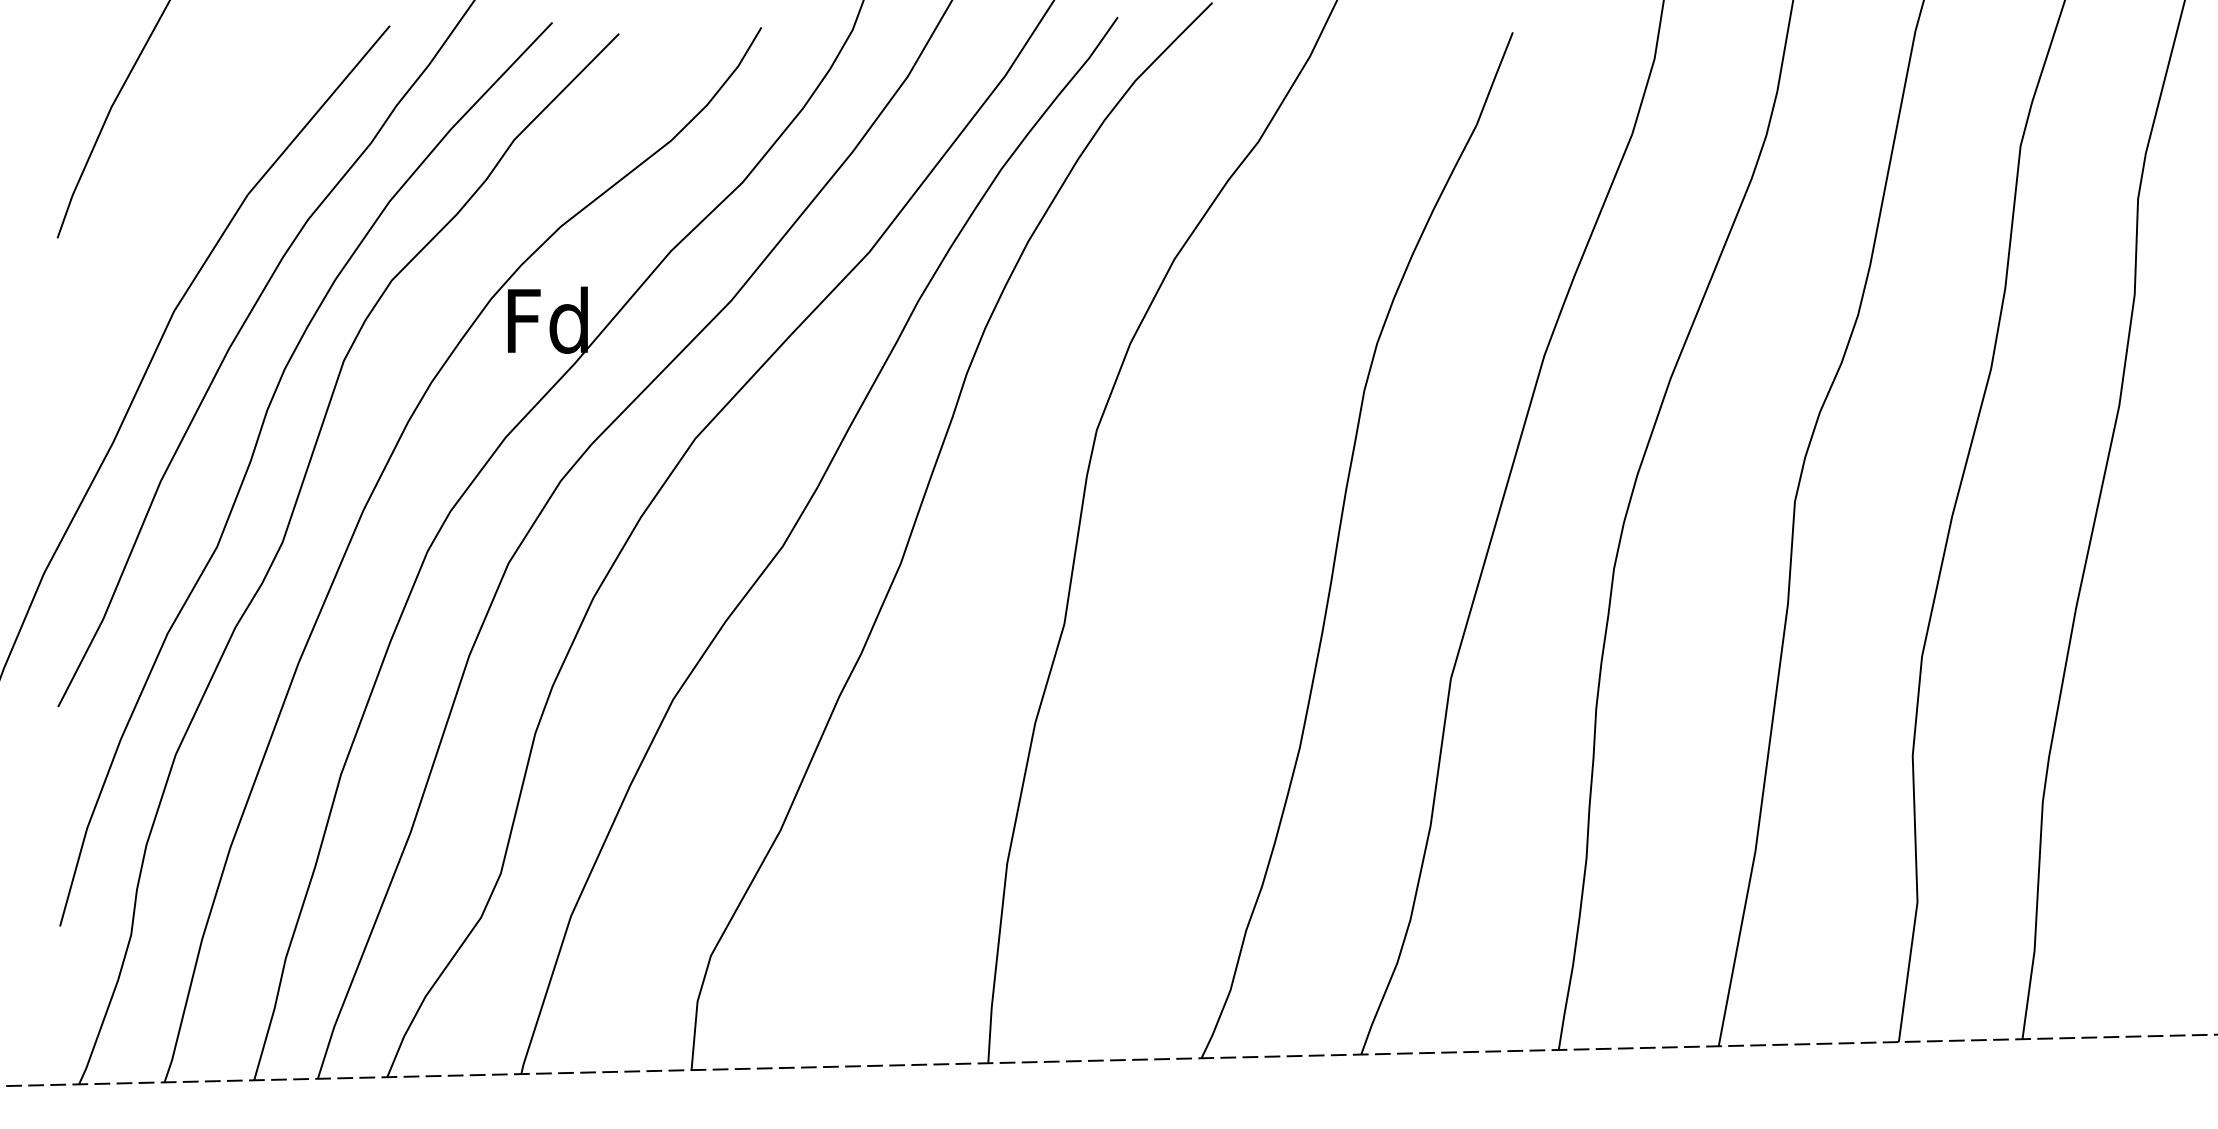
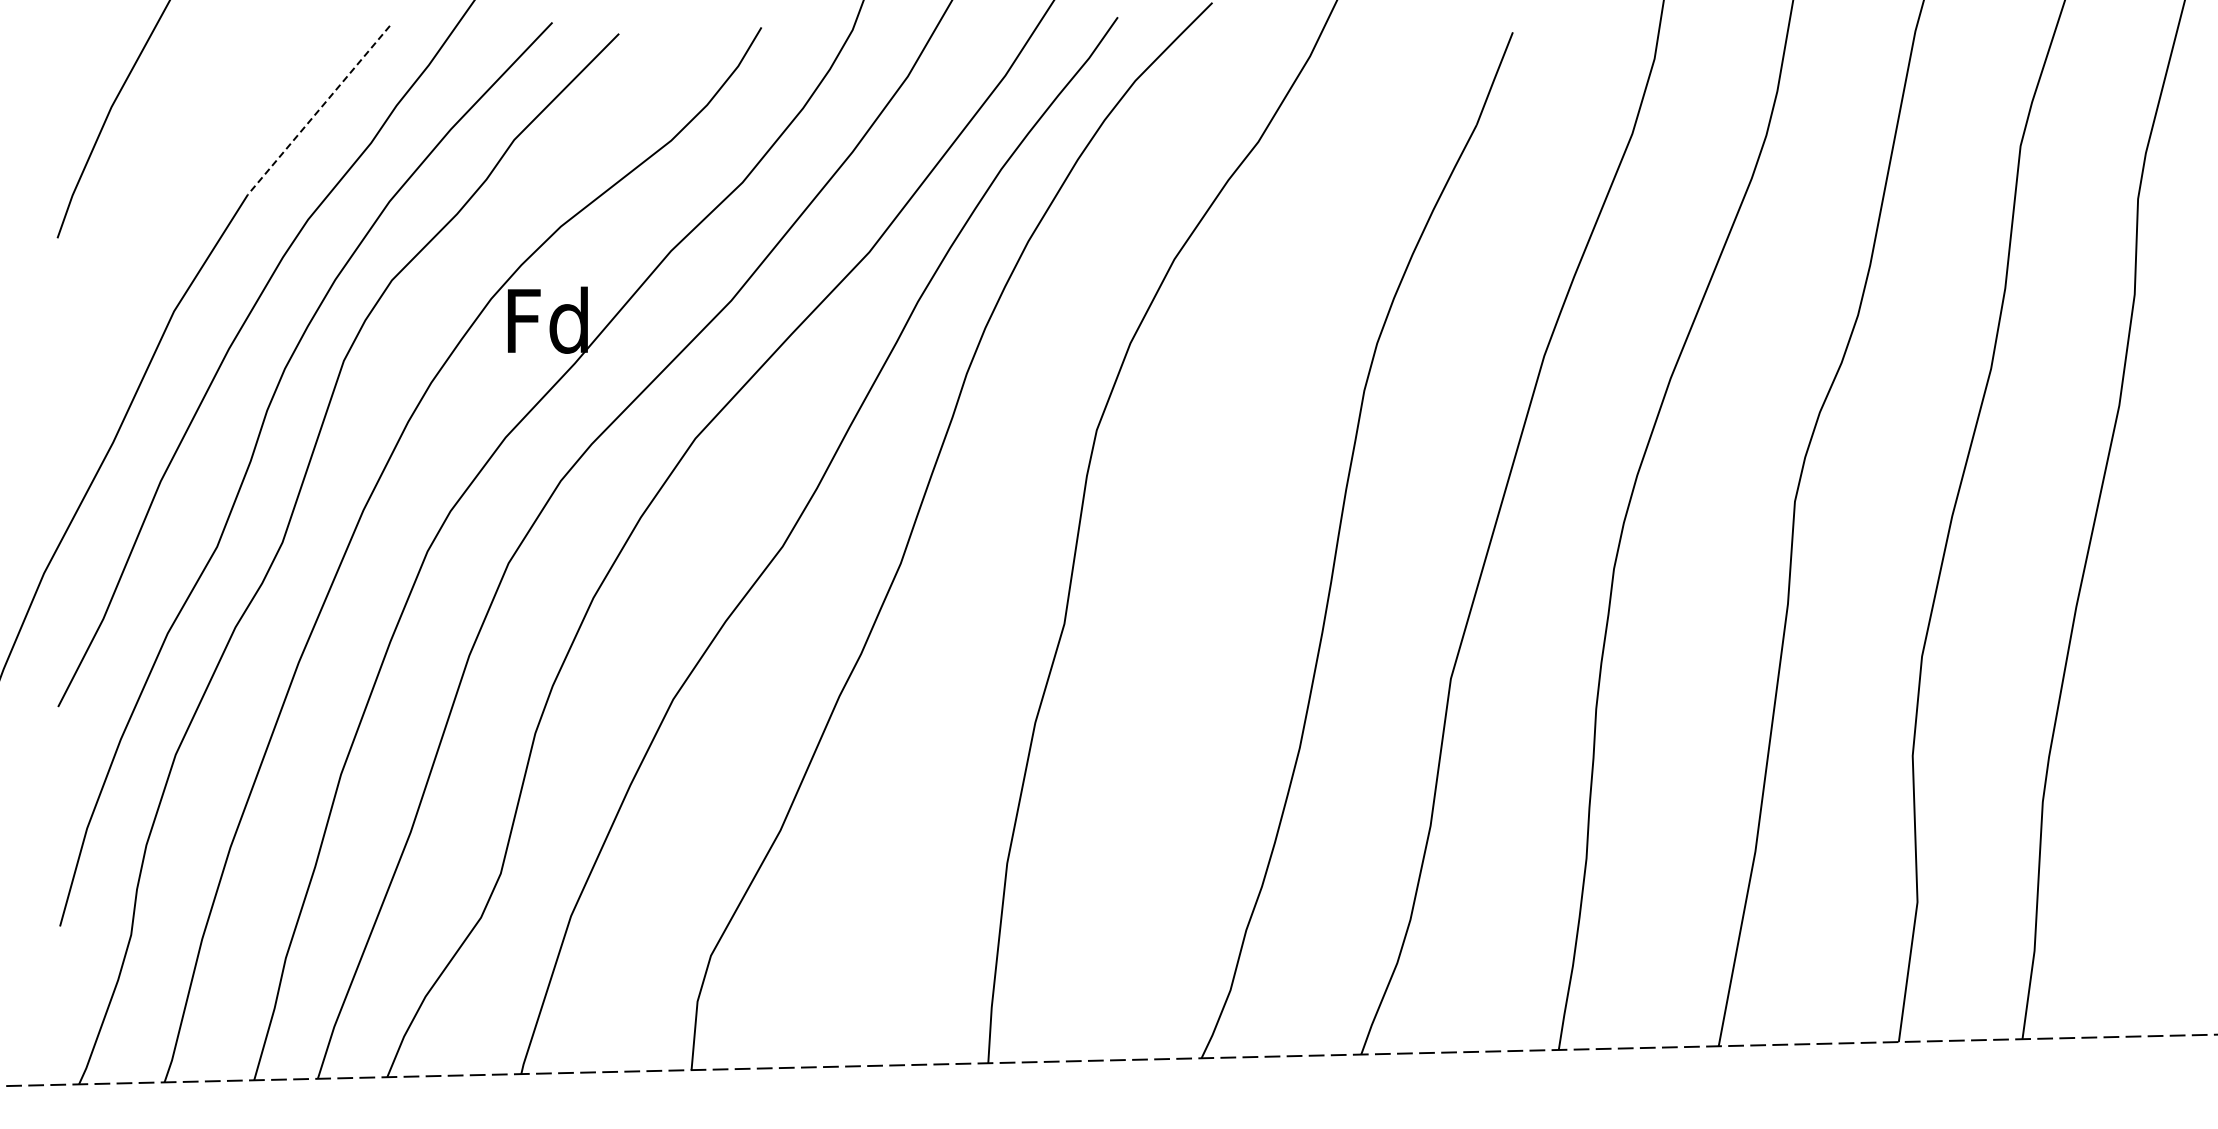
line at (318, 110): solid -> dashed
